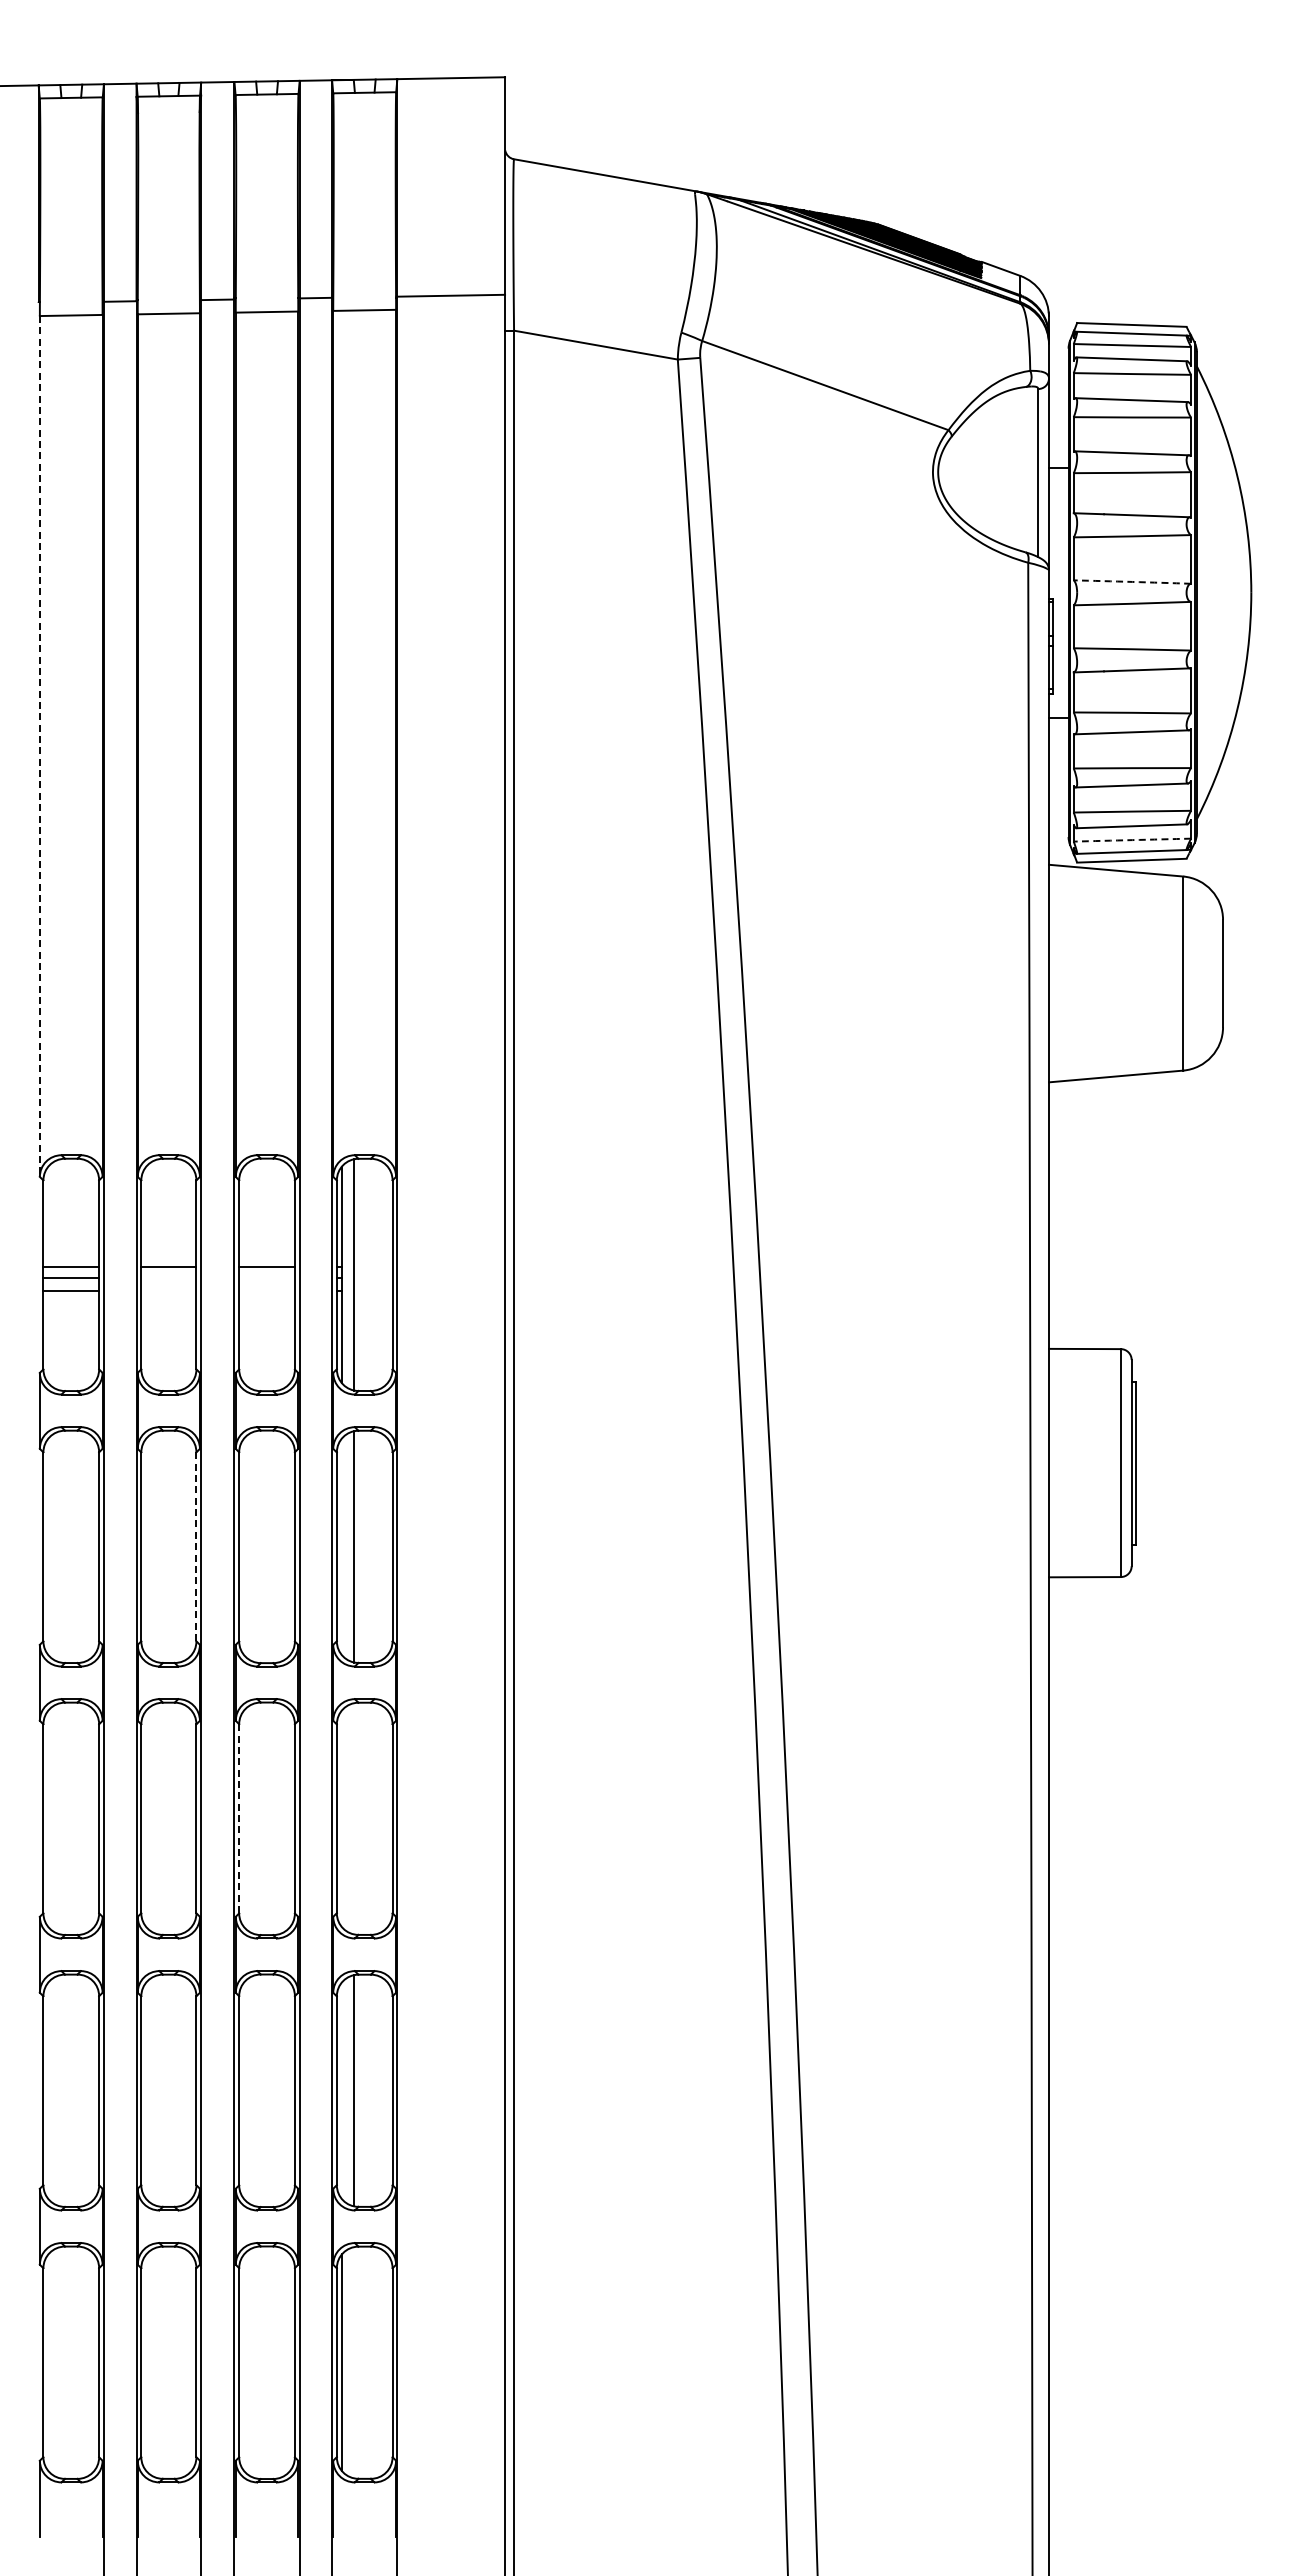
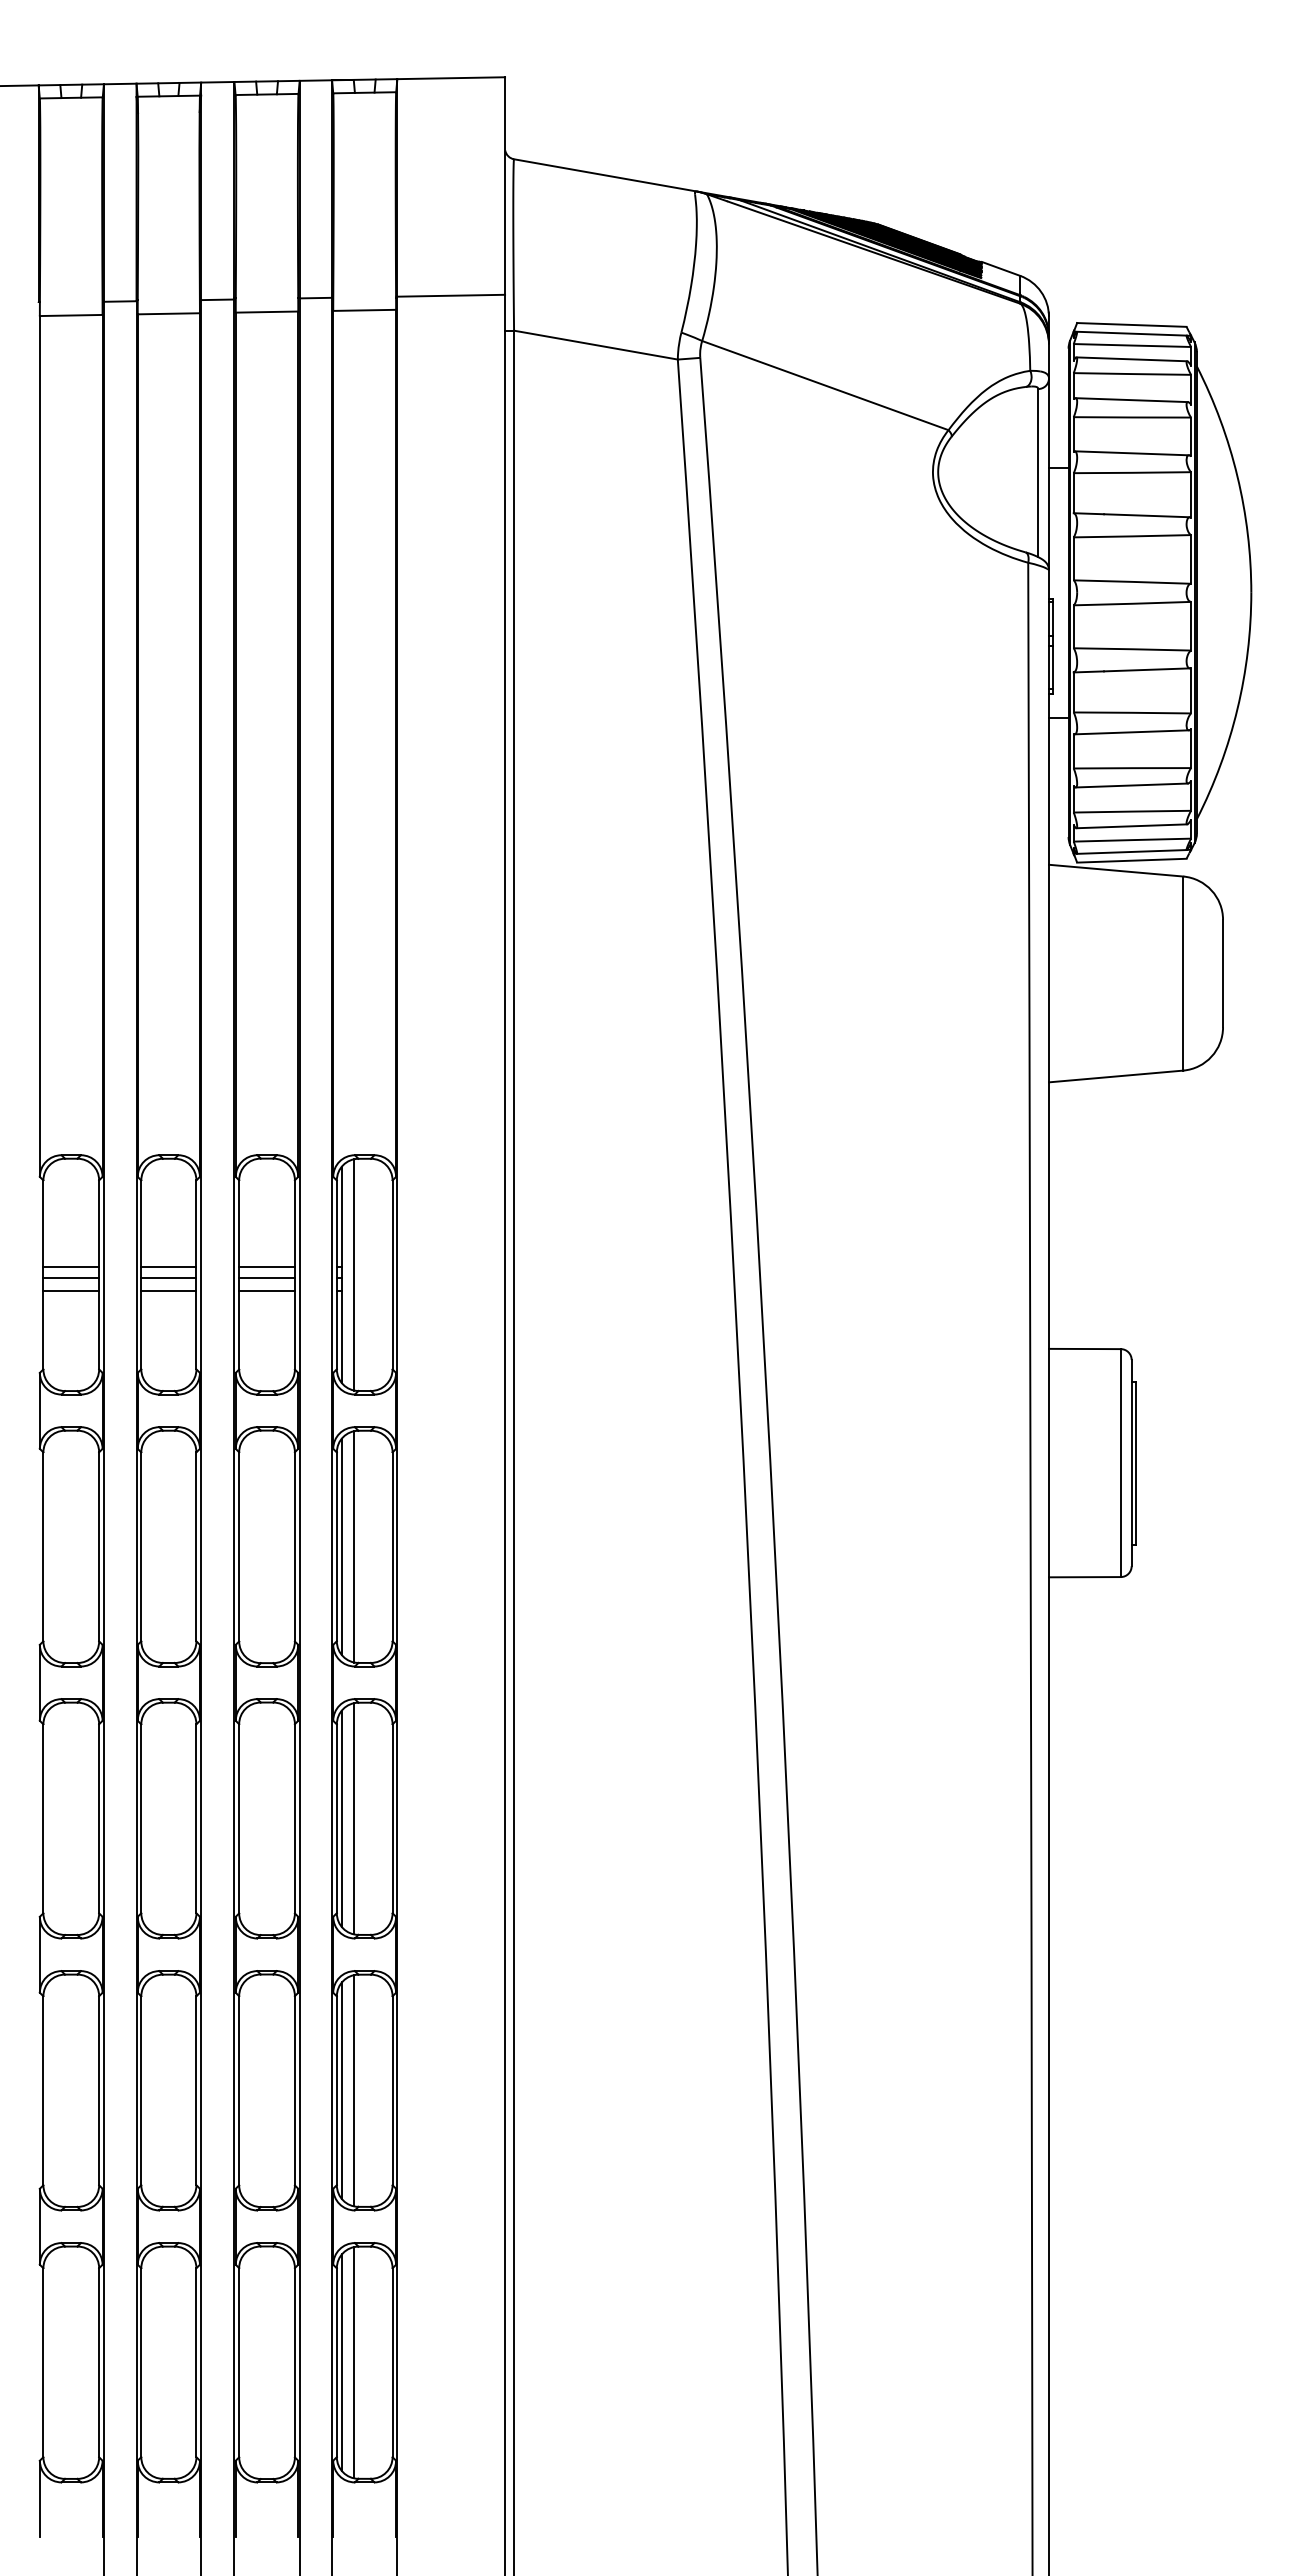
arc at (1132, 581): dashed -> solid
line at (39, 746): dashed -> solid
arc at (1132, 840): dashed -> solid
line at (168, 1278): none -> present
line at (266, 1278): none -> present
line at (168, 1291): none -> present
line at (266, 1291): none -> present
line at (341, 1546): none -> present
line at (196, 1547): dashed -> solid
line at (239, 1818): dashed -> solid
line at (341, 1818): none -> present
line at (354, 1818): none -> present
line at (341, 2090): none -> present
line at (354, 2362): none -> present
